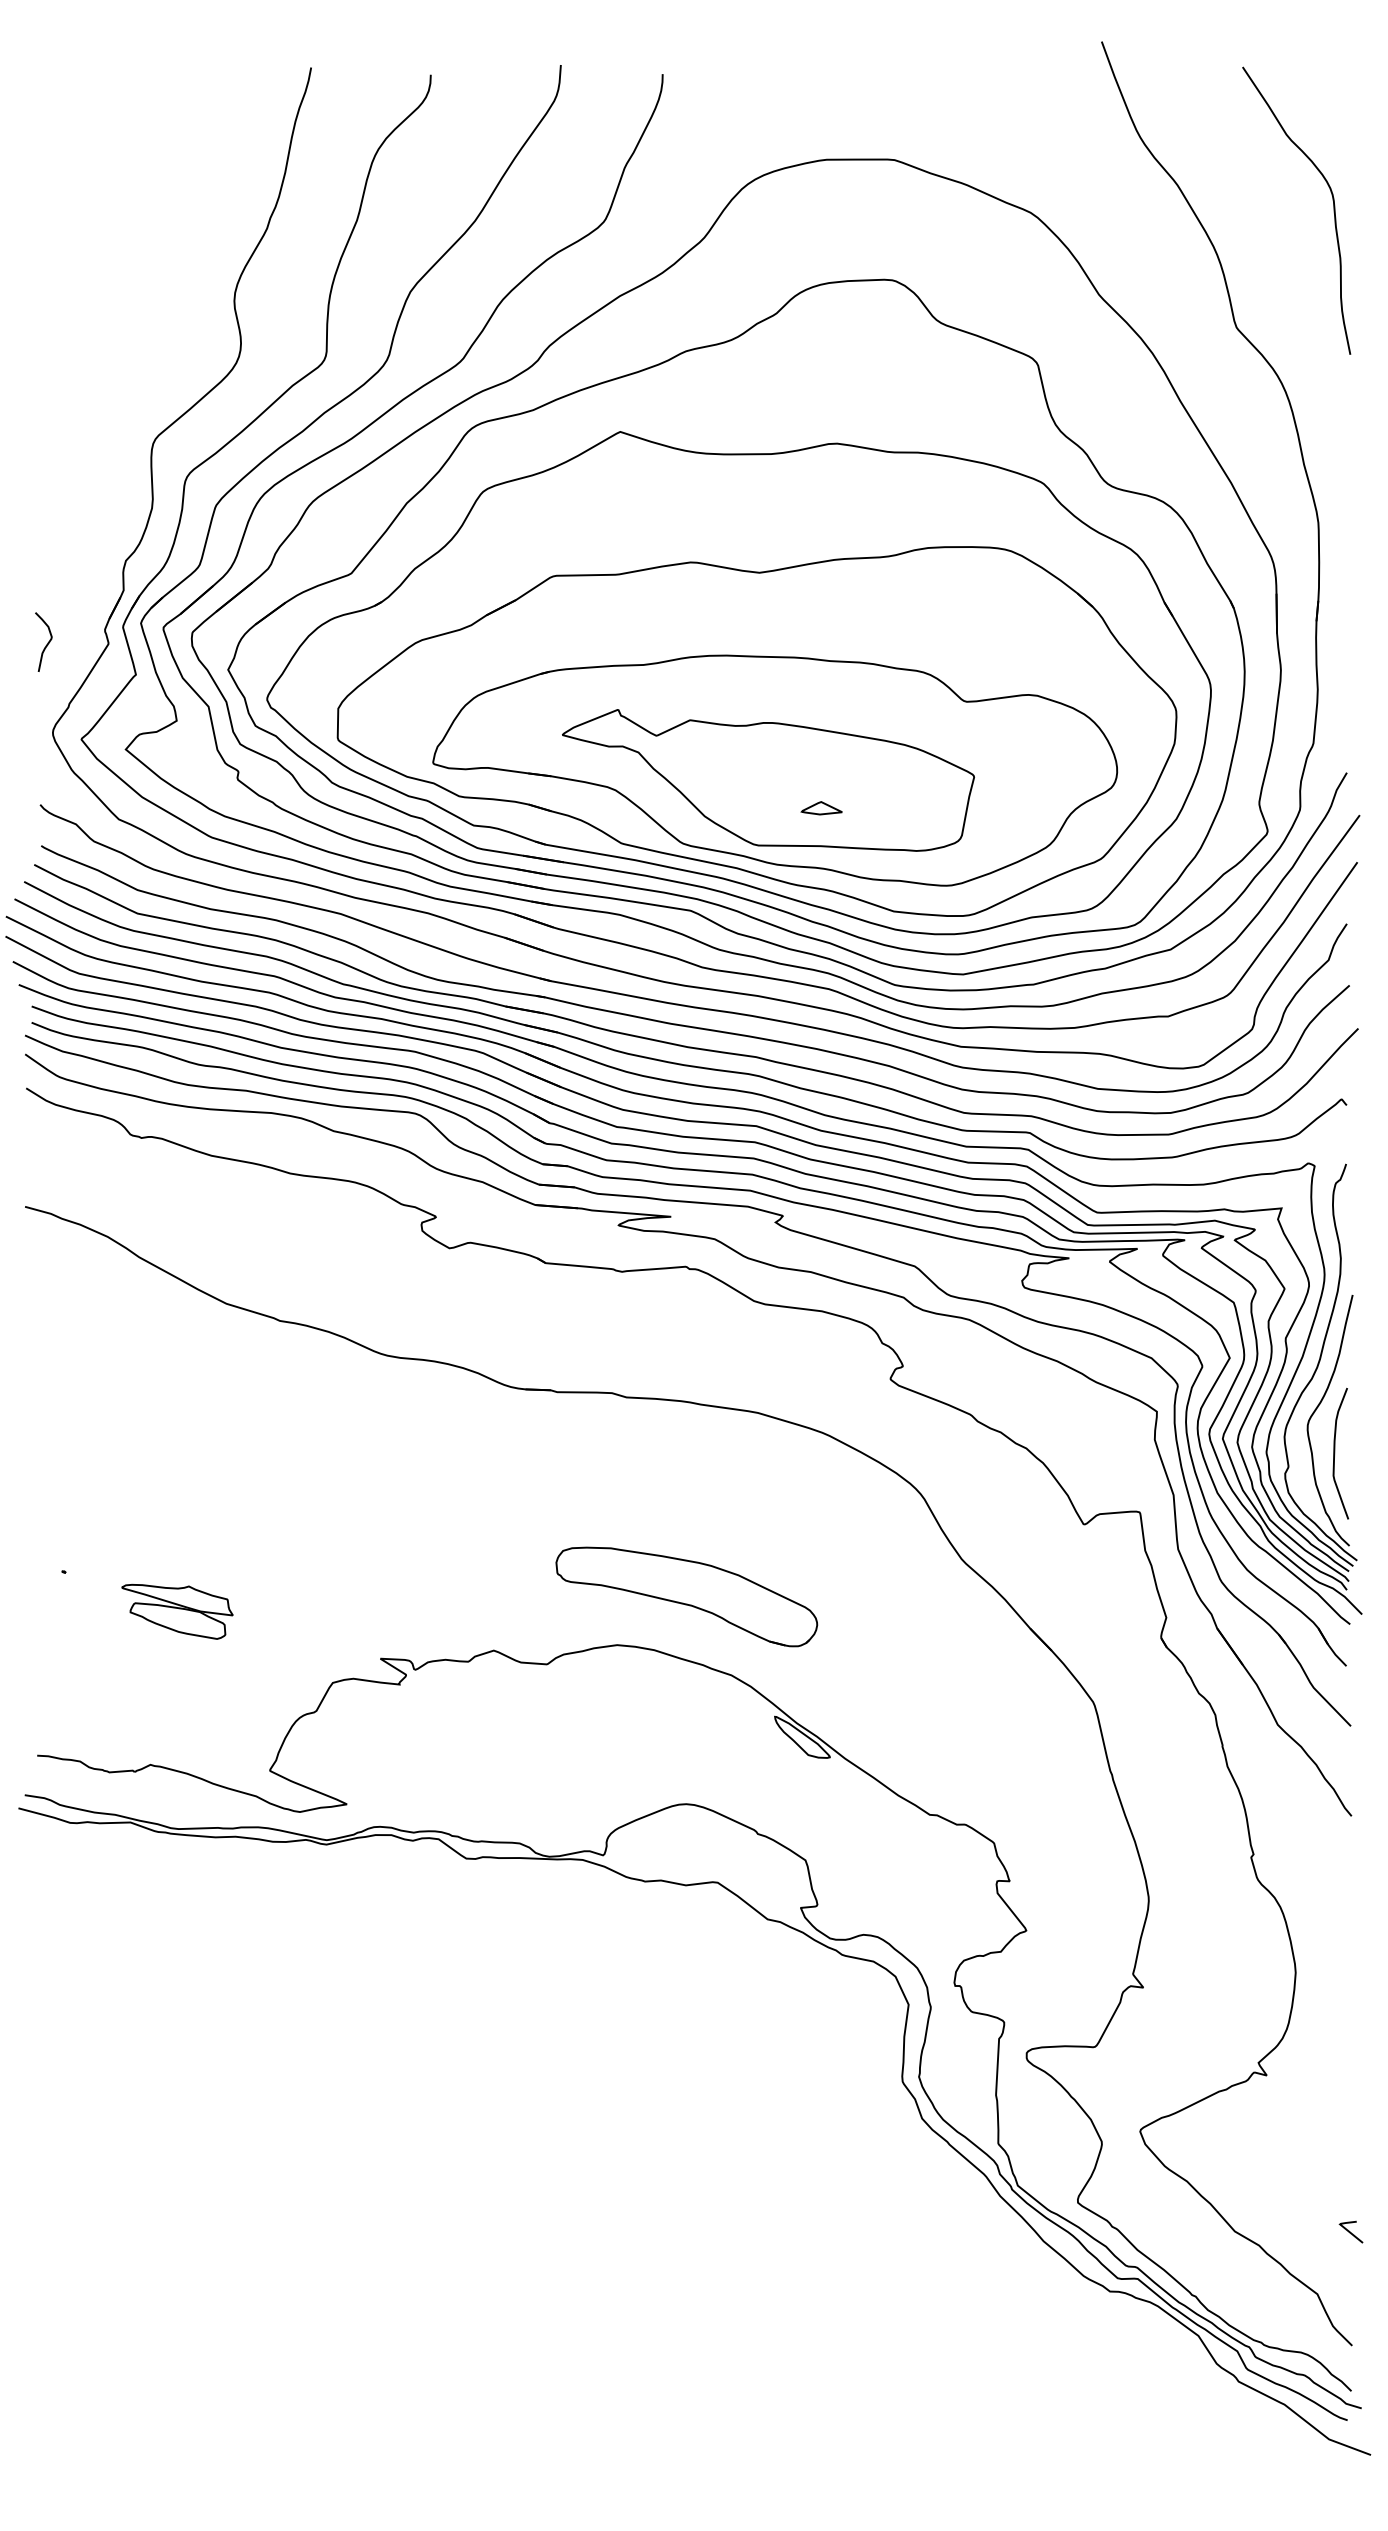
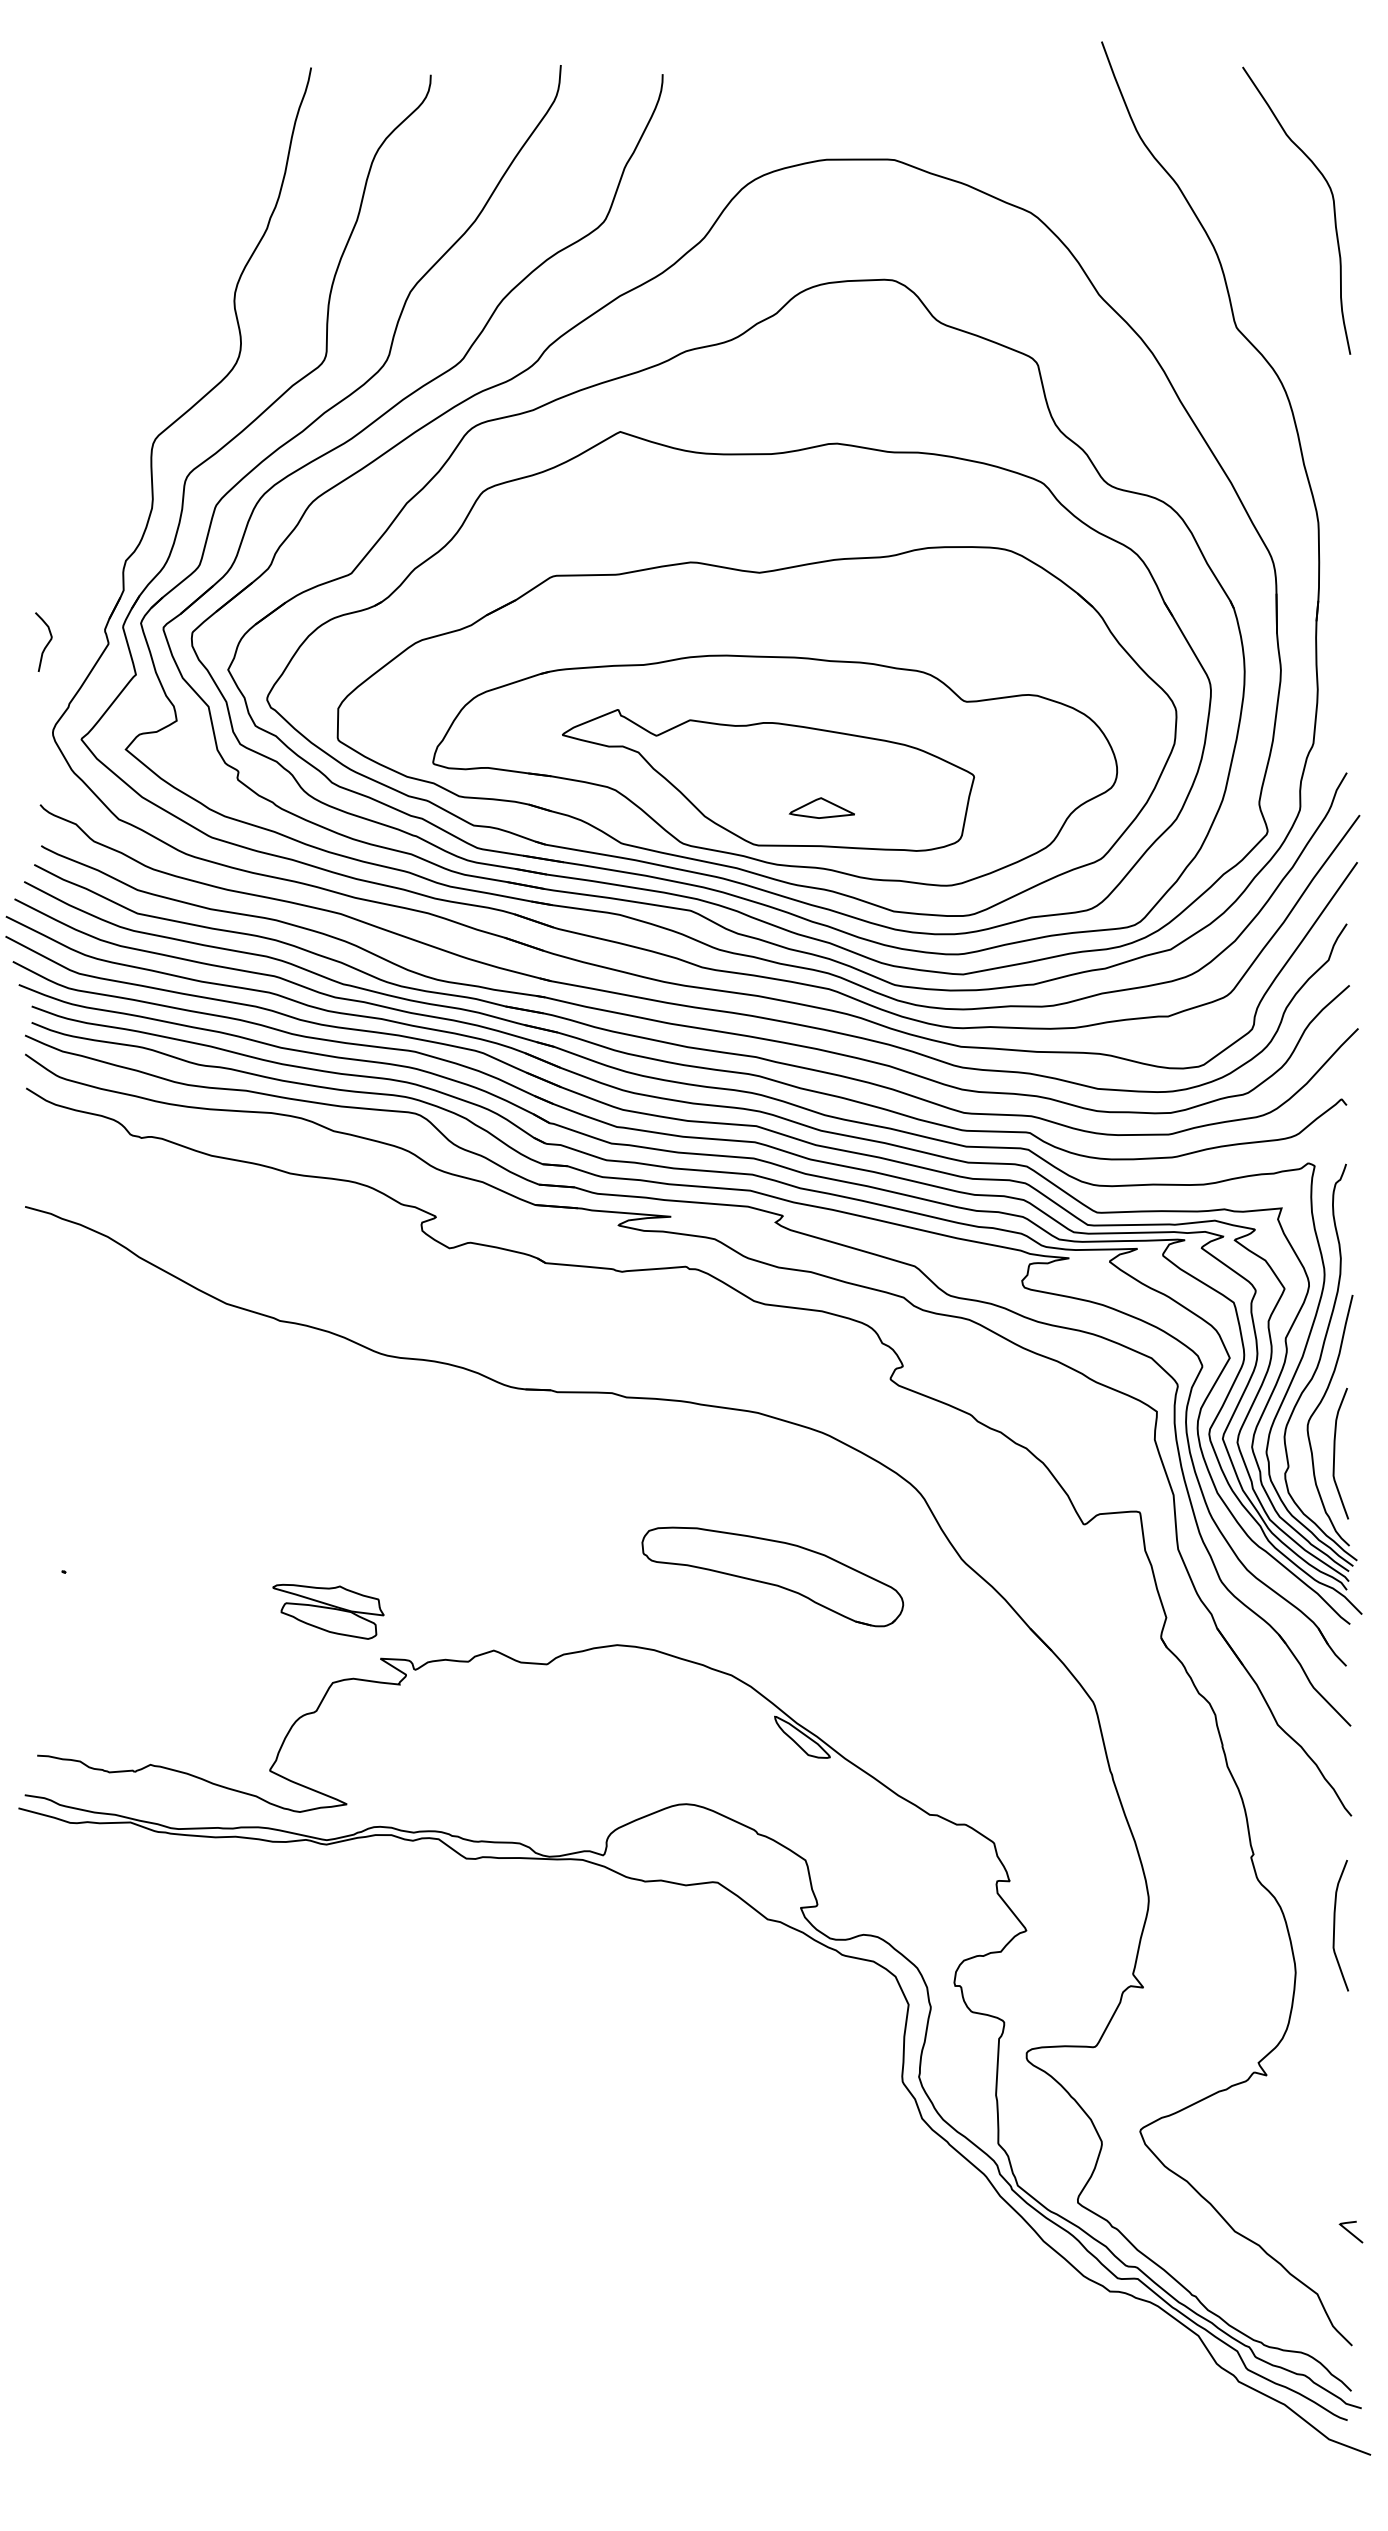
part at (821, 808) size: 43x15 px -> 67x22 px
part at (686, 1596) position: (686, 1596) -> (772, 1576)
part at (177, 1611) position: (177, 1611) -> (328, 1611)
curve at (1335, 1925): none -> present
